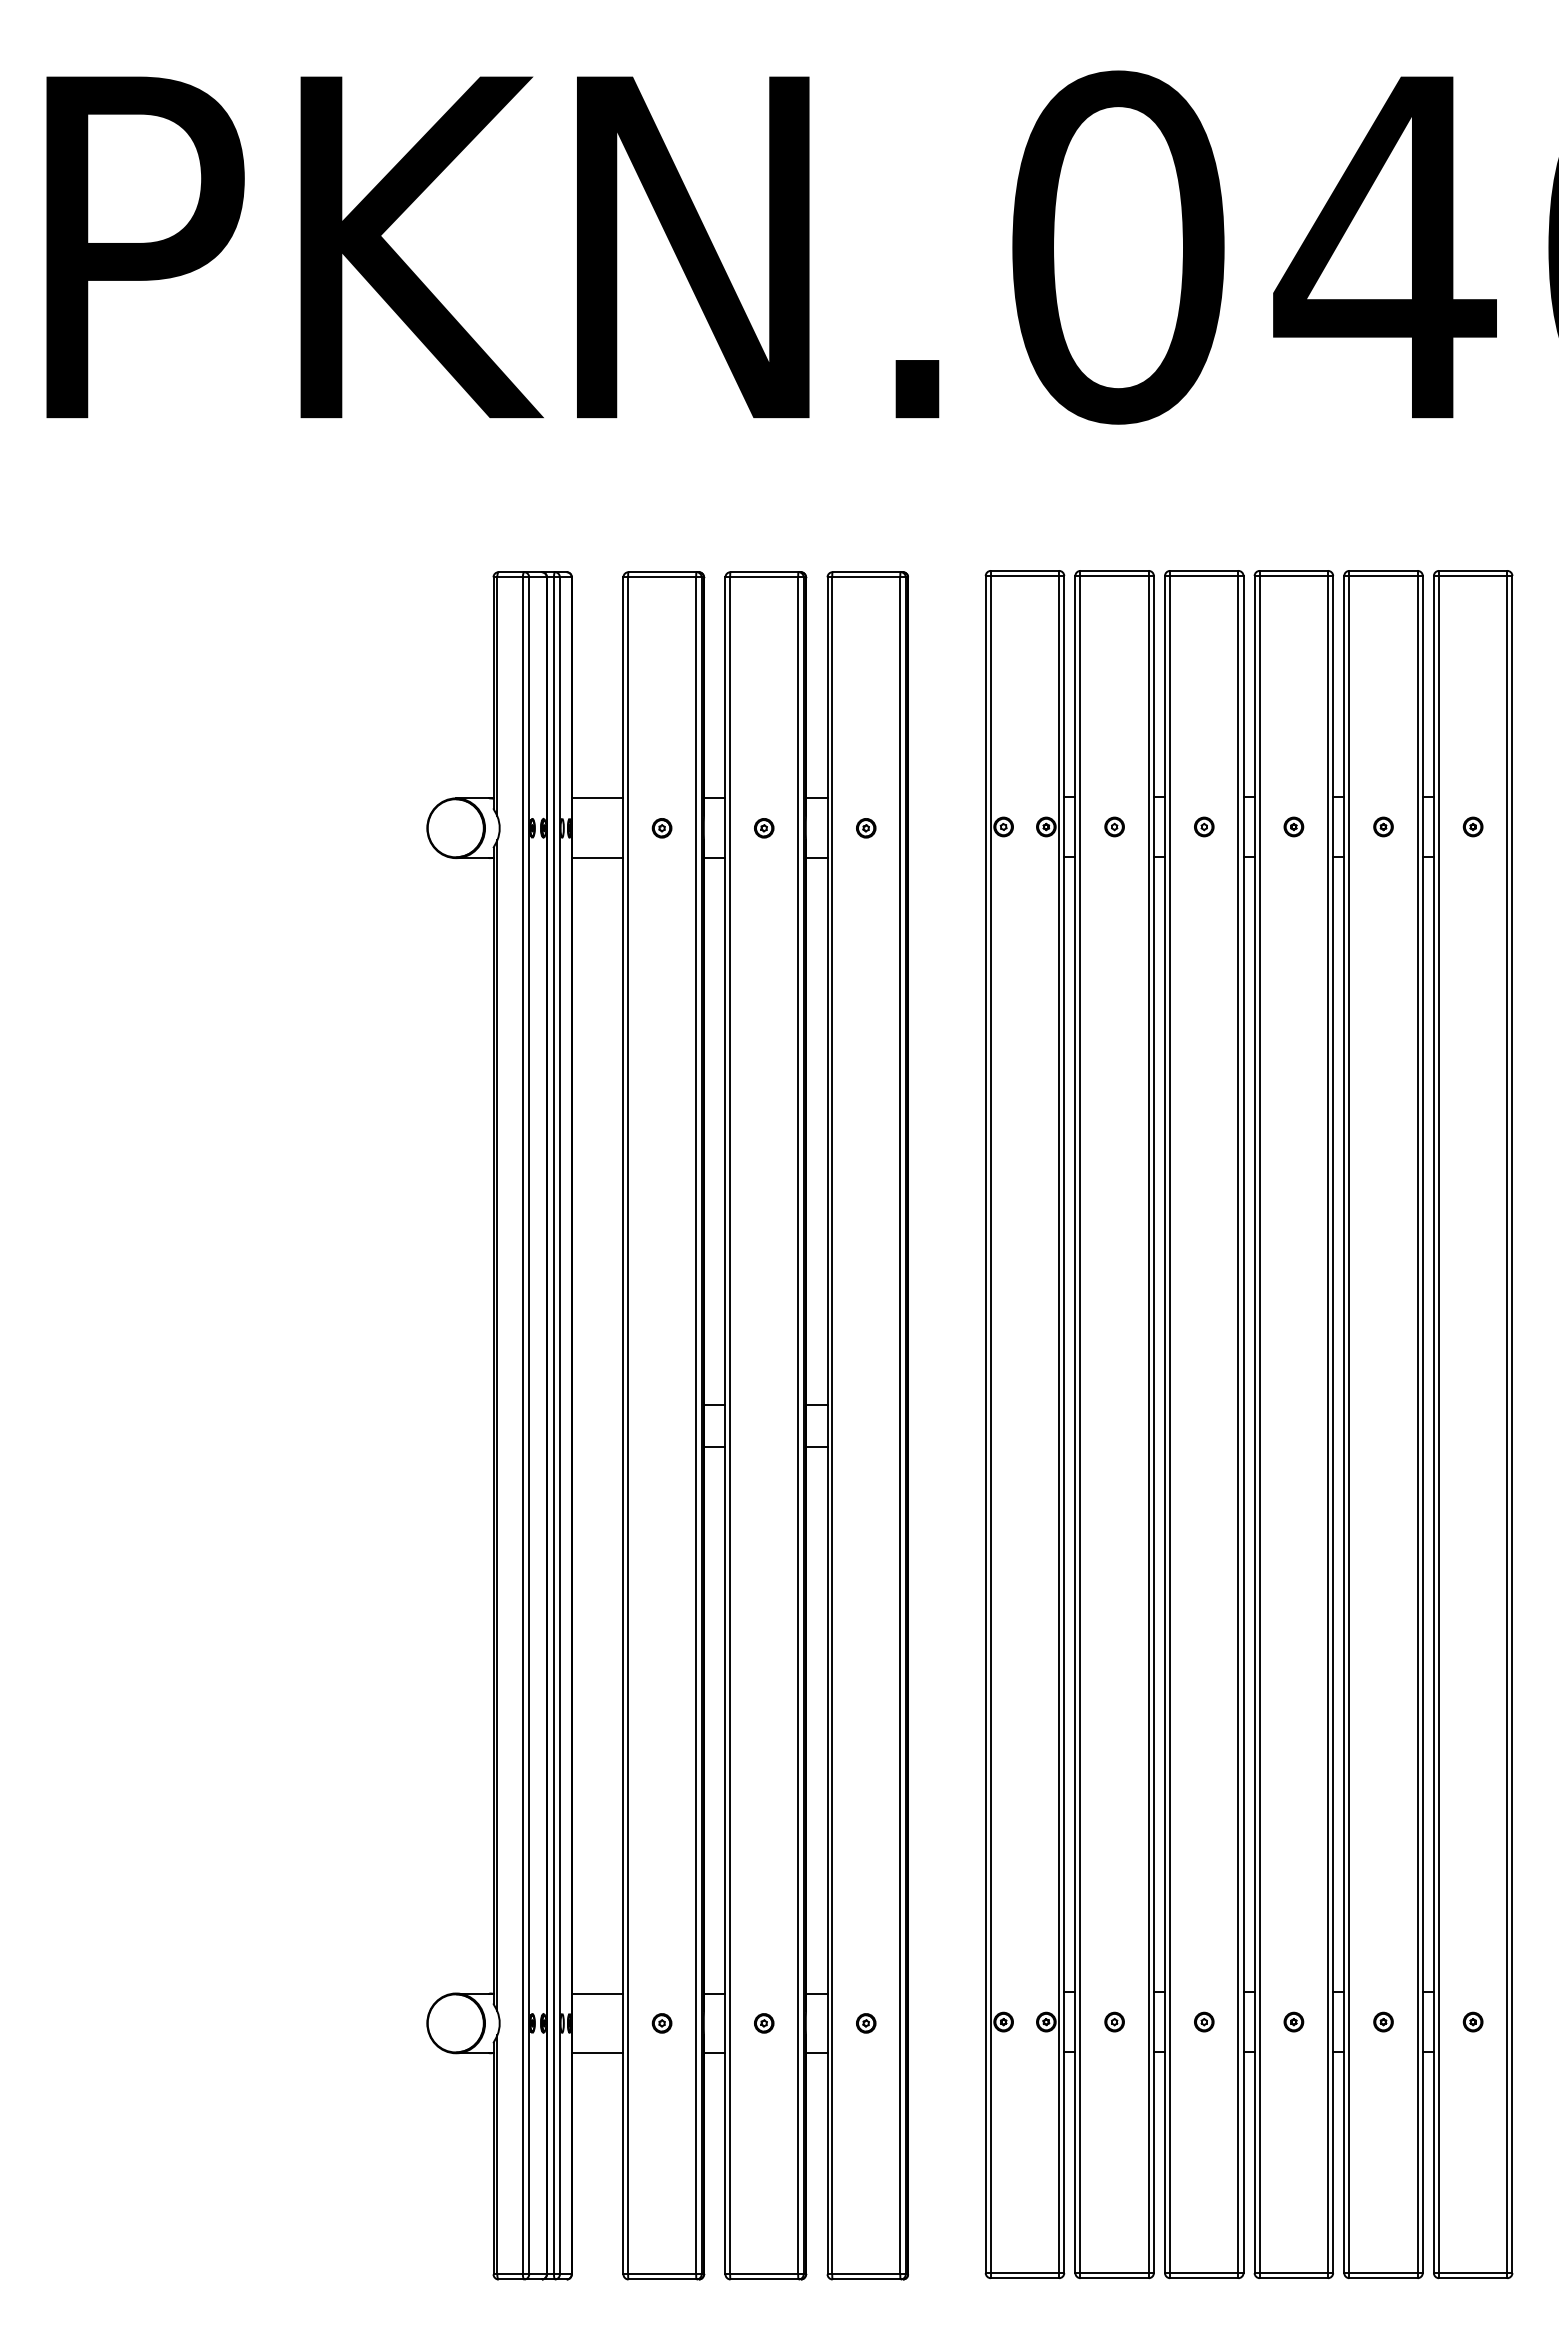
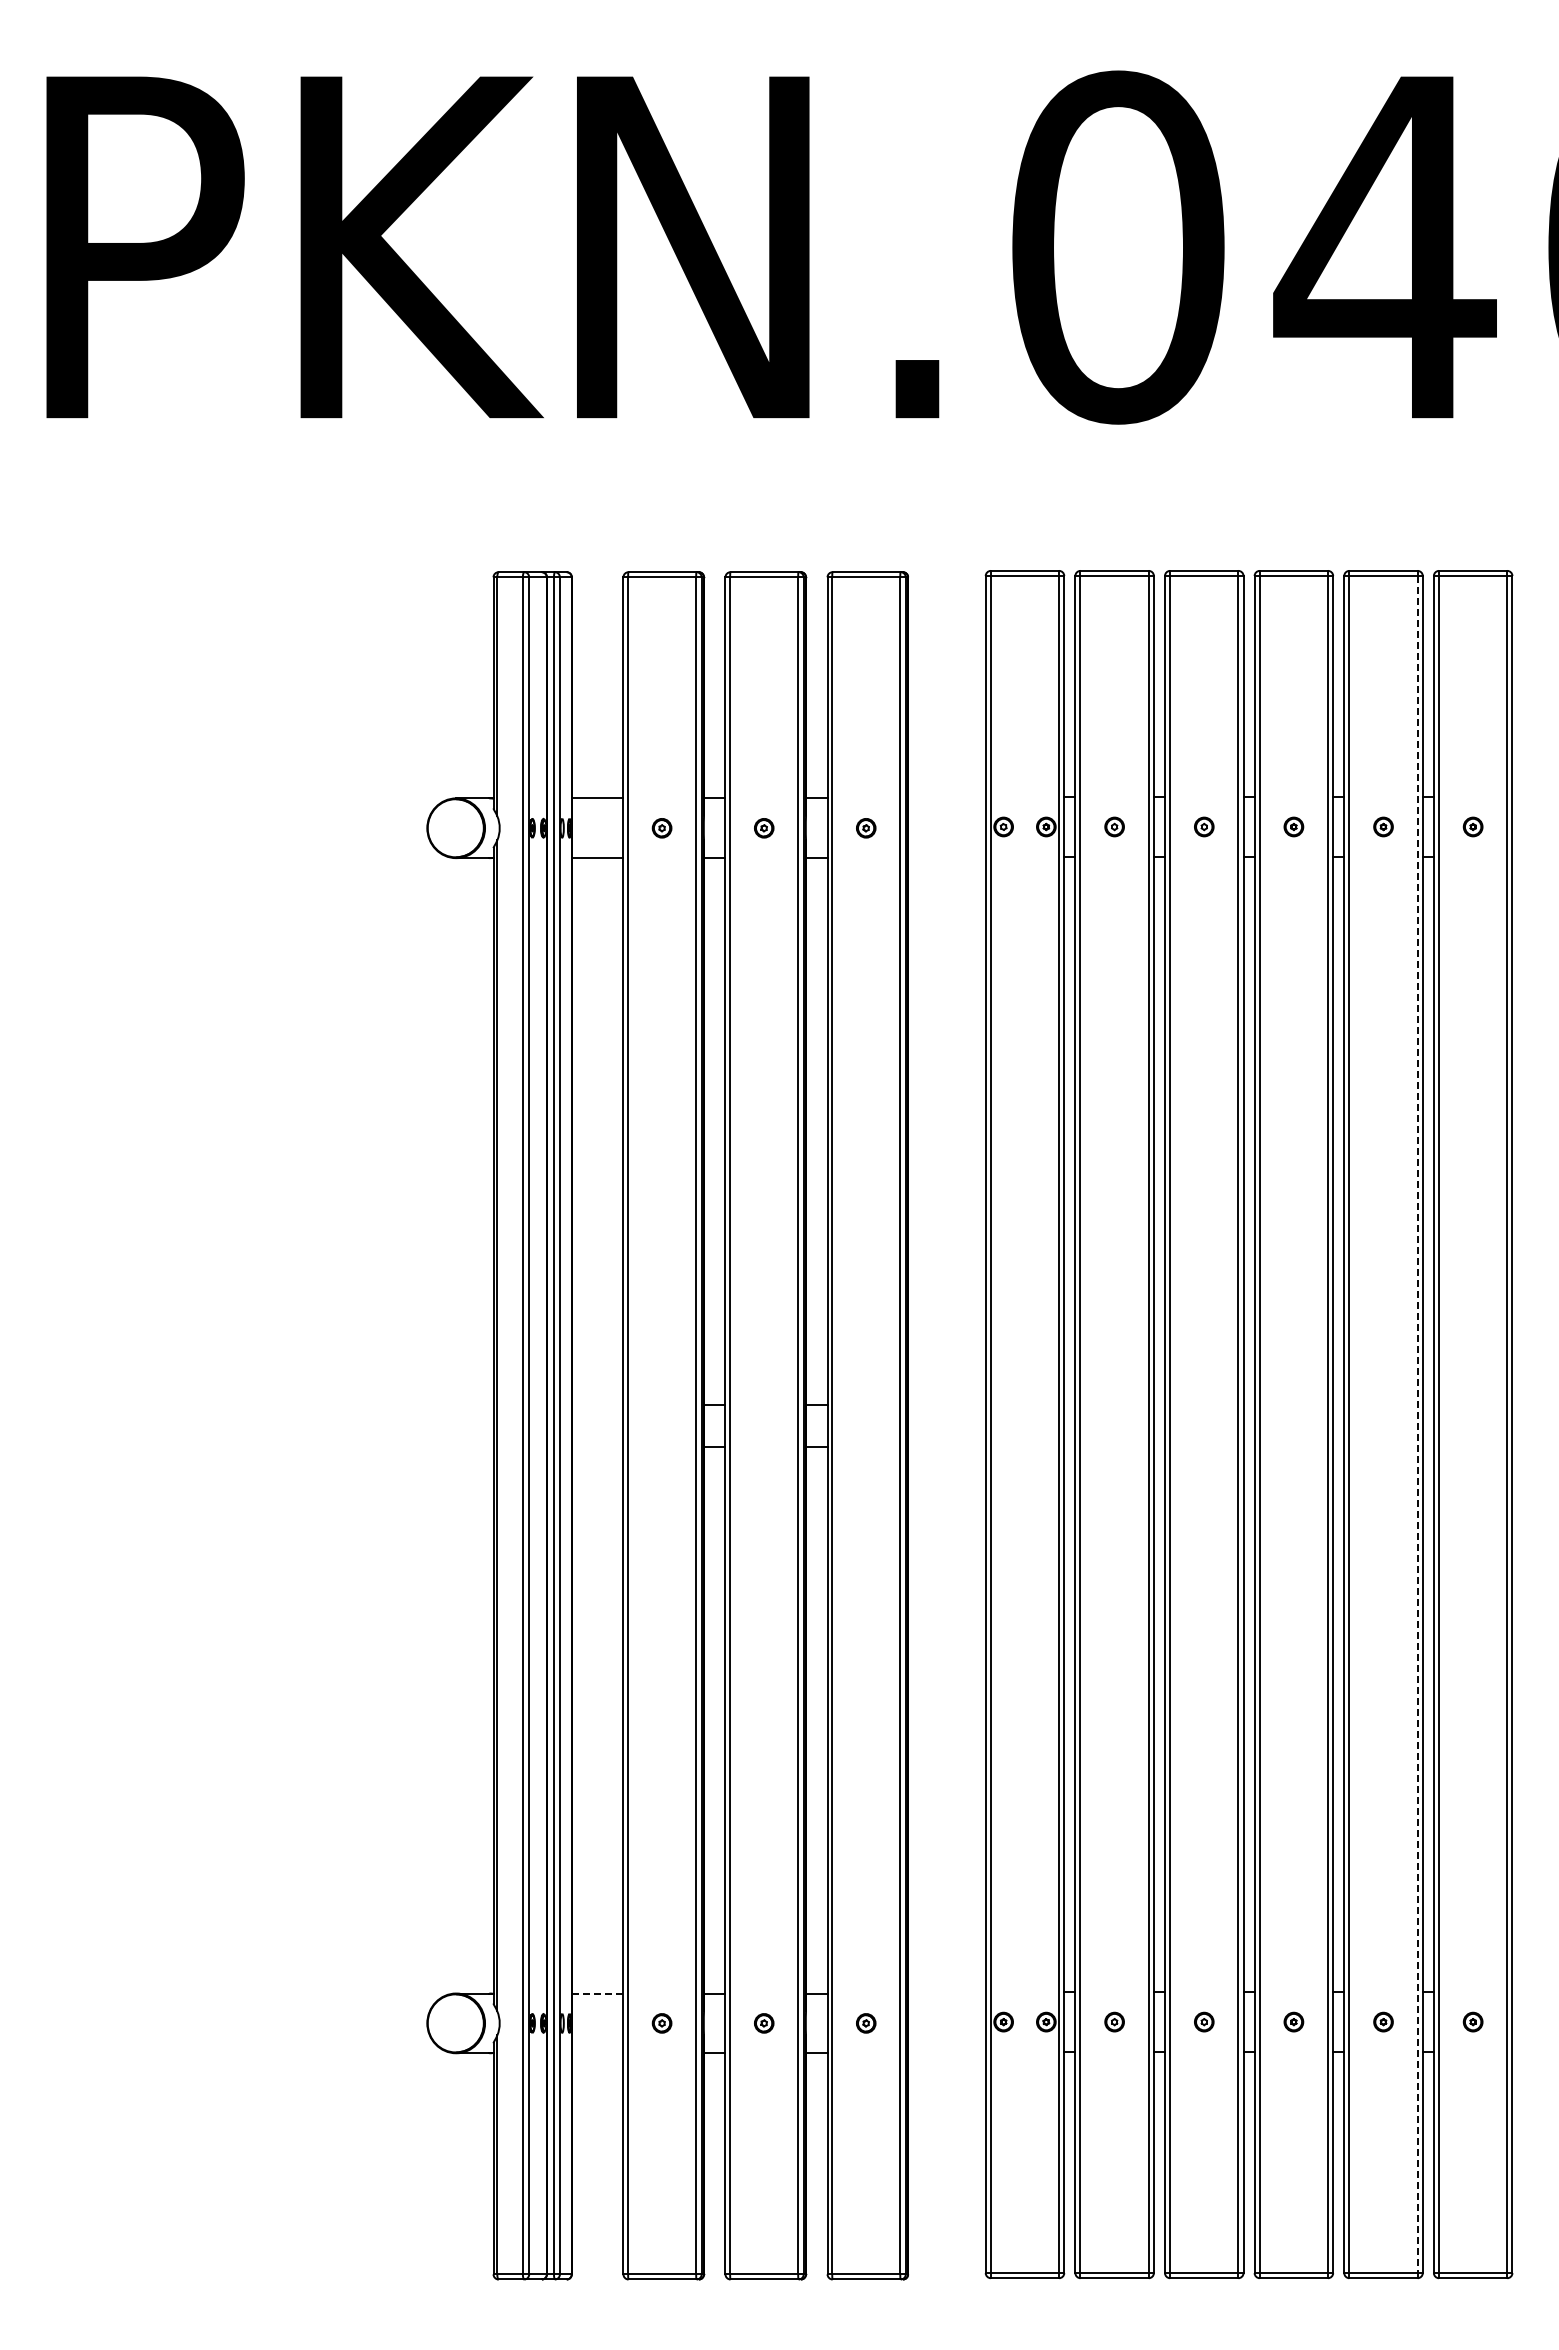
line at (1417, 1424): solid -> dashed
line at (597, 1993): solid -> dashed
line at (597, 2053): present -> none
